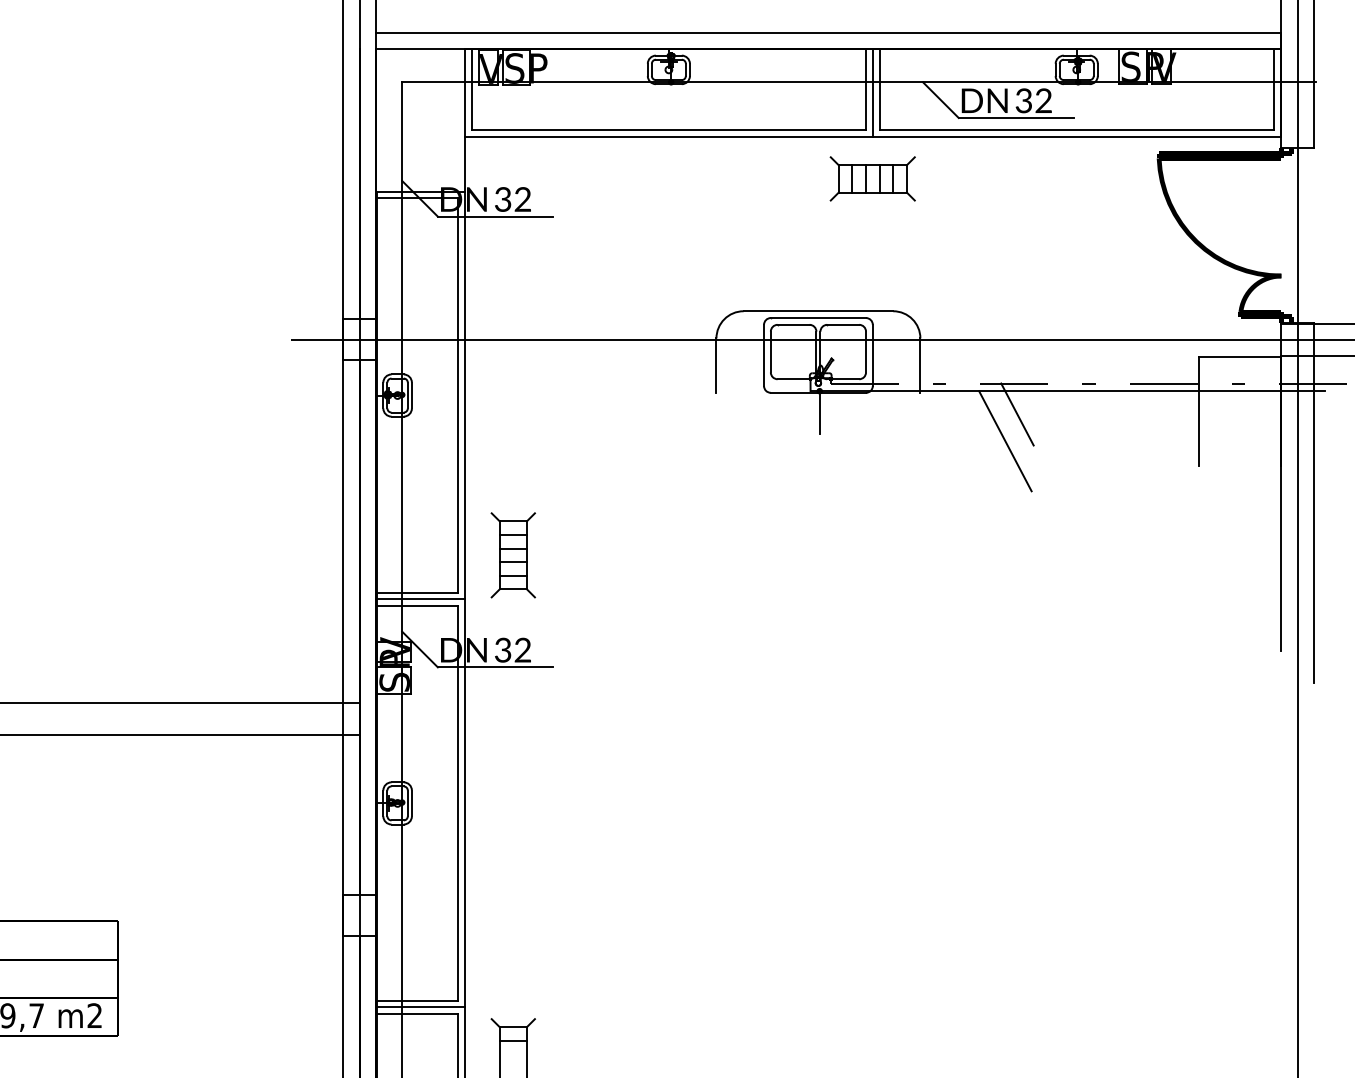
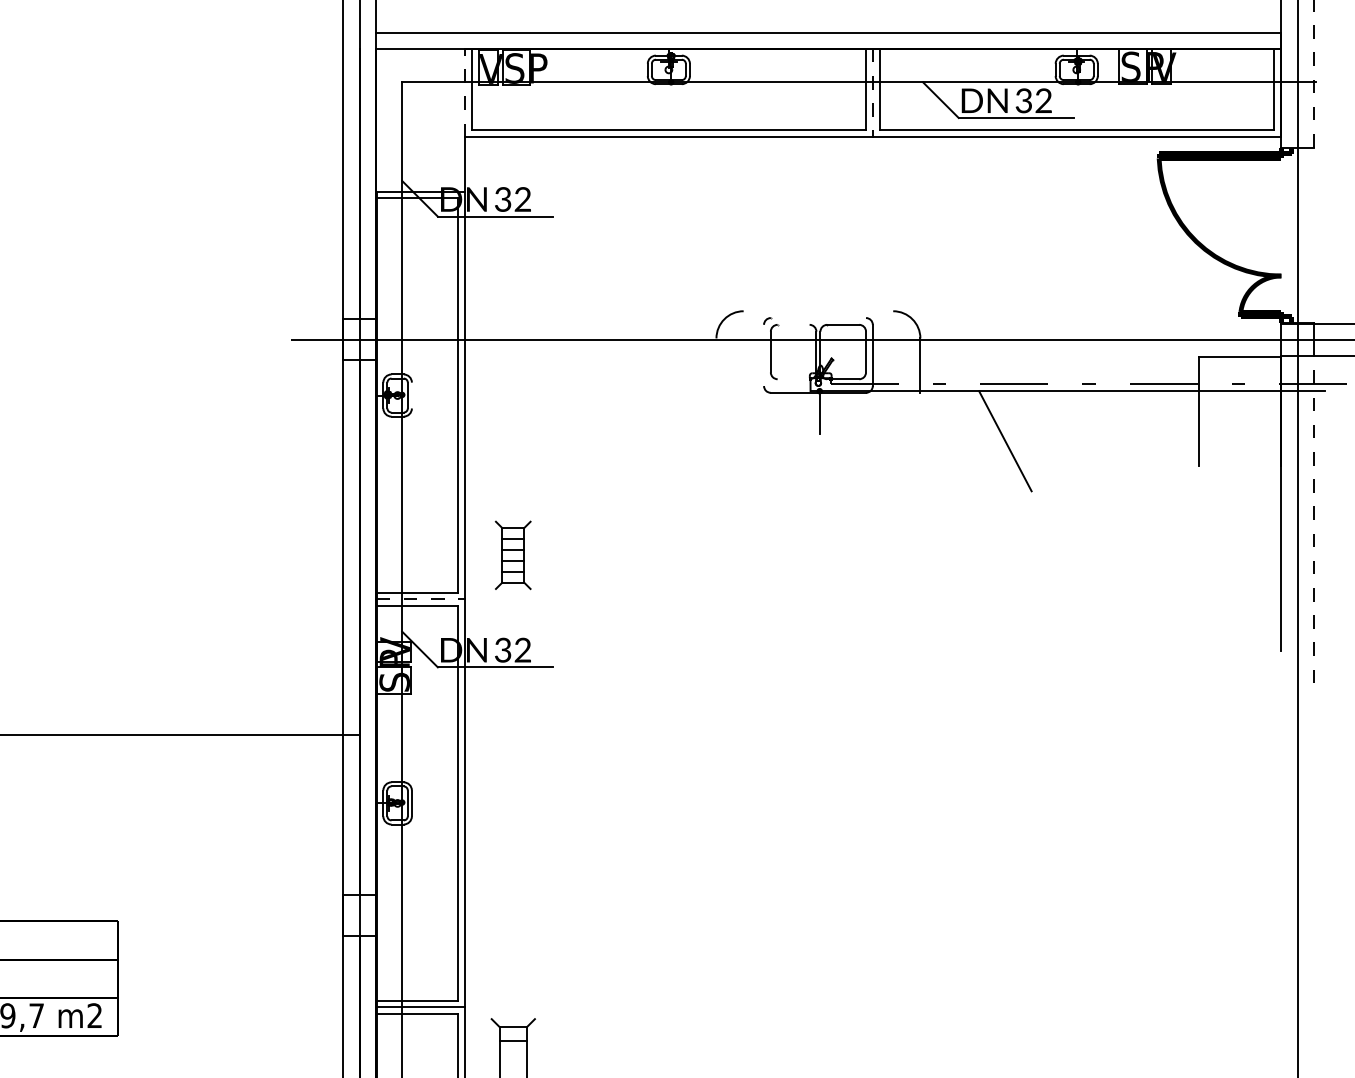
line at (1314, 73): solid -> dashed
line at (464, 92): solid -> dashed
line at (872, 93): solid -> dashed
part at (872, 178): present -> none
line at (818, 311): present -> none
line at (818, 318): present -> none
line at (793, 324): present -> none
line at (764, 355): present -> none
line at (716, 365): present -> none
line at (793, 379): present -> none
line at (411, 395): present -> none
line at (1017, 414): present -> none
line at (1314, 519): solid -> dashed
part at (512, 555) size: 46x87 px -> 38x70 px
line at (421, 599): solid -> dashed
line at (180, 702): present -> none
